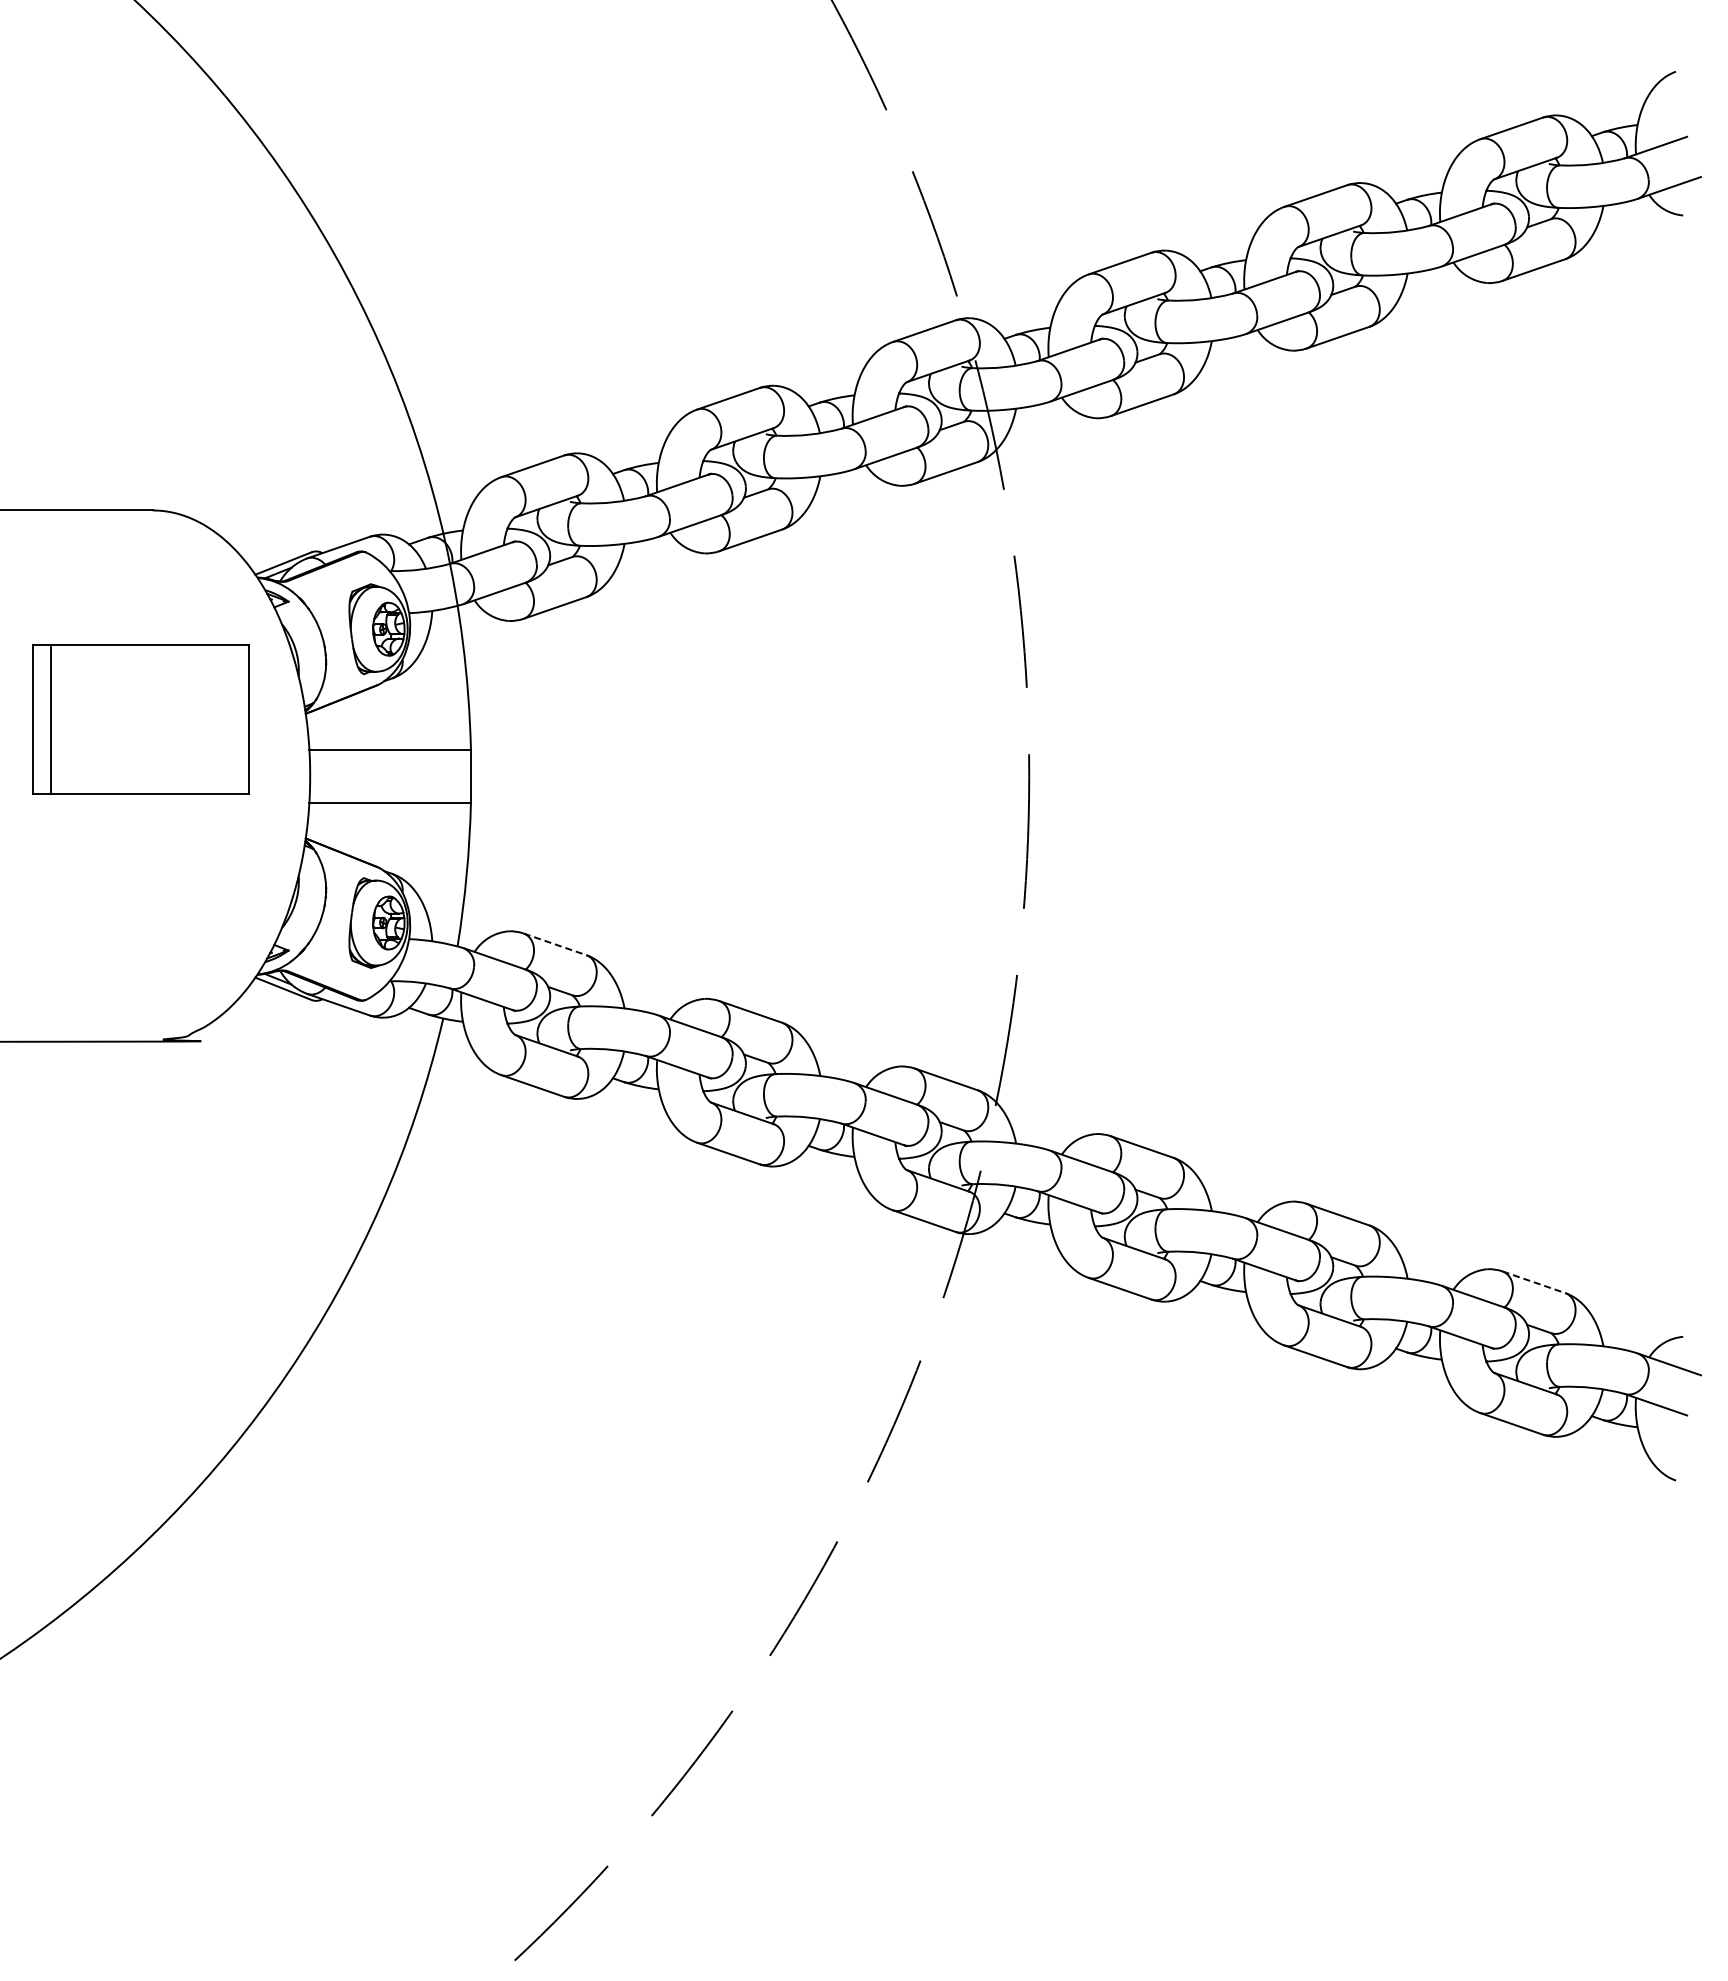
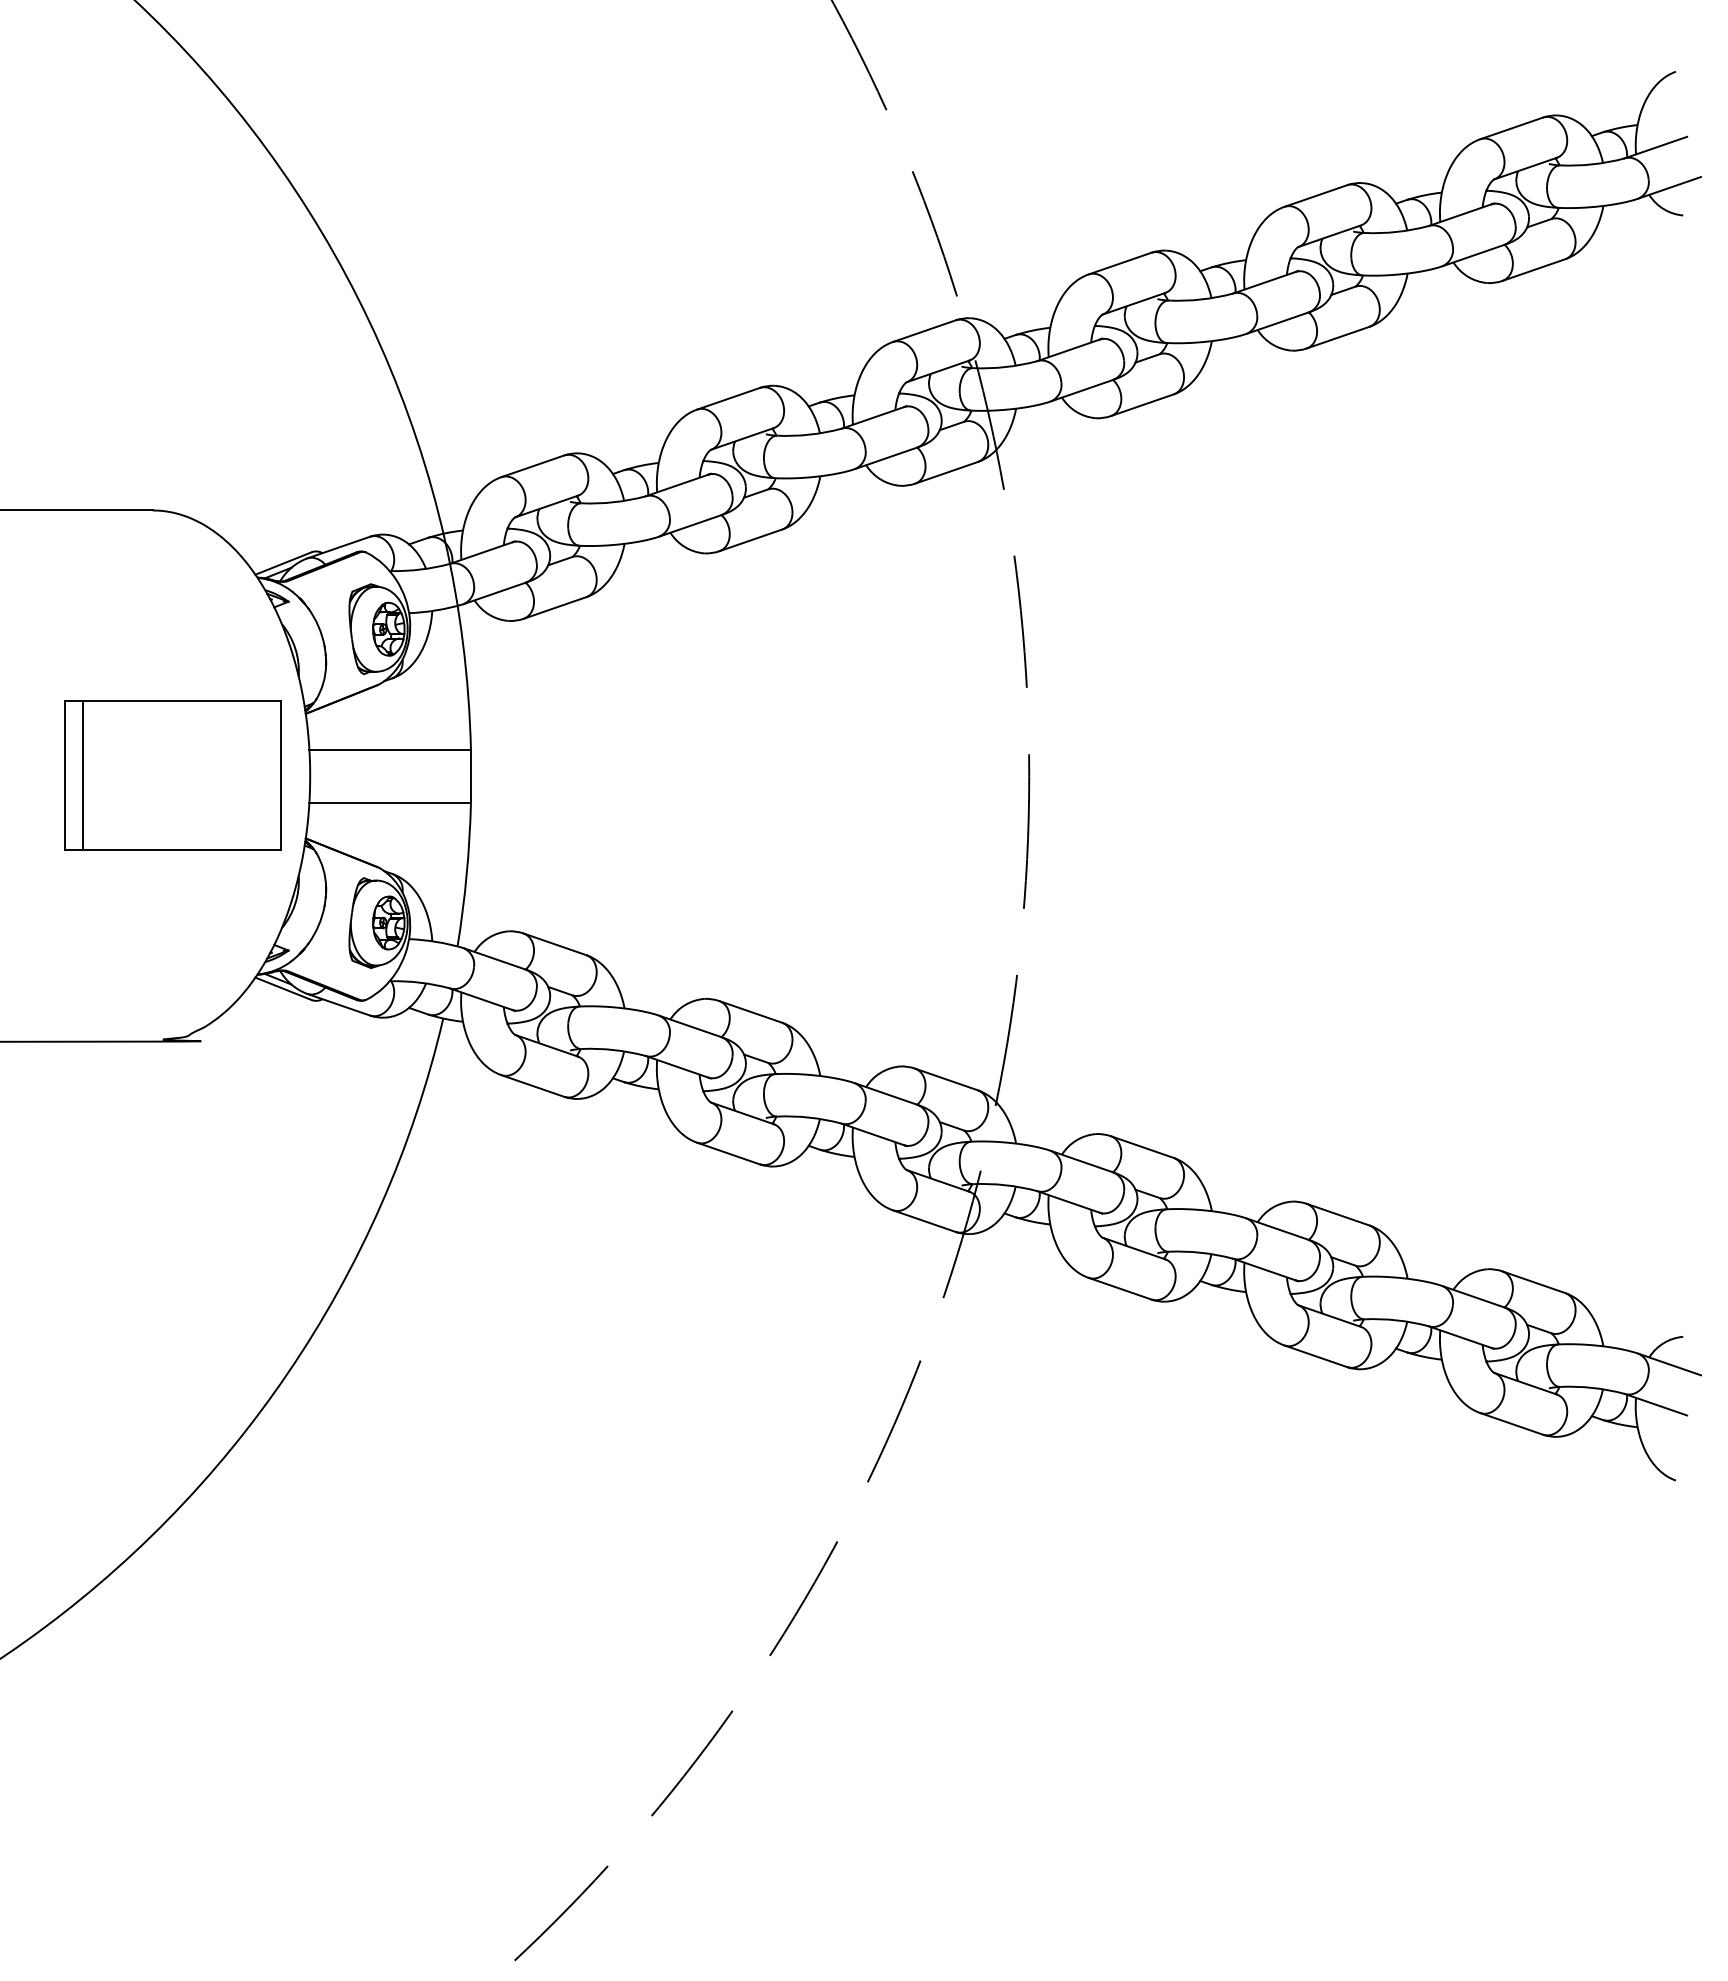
part at (140, 719) position: (140, 719) -> (172, 775)
line at (555, 944): dashed -> solid
line at (1534, 1282): dashed -> solid
